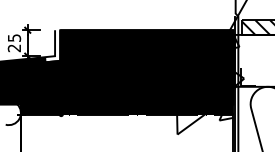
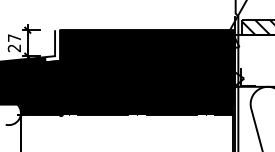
text at (14, 37): 25 -> 27
hatch at (205, 124): present -> none
